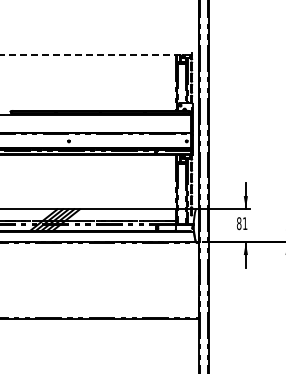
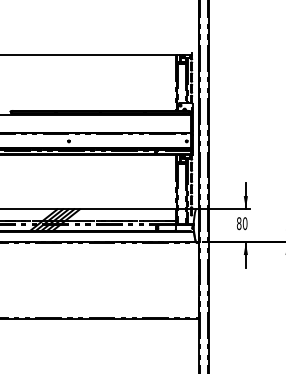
line at (95, 55): dashed -> solid
text at (244, 223): 81 -> 80
